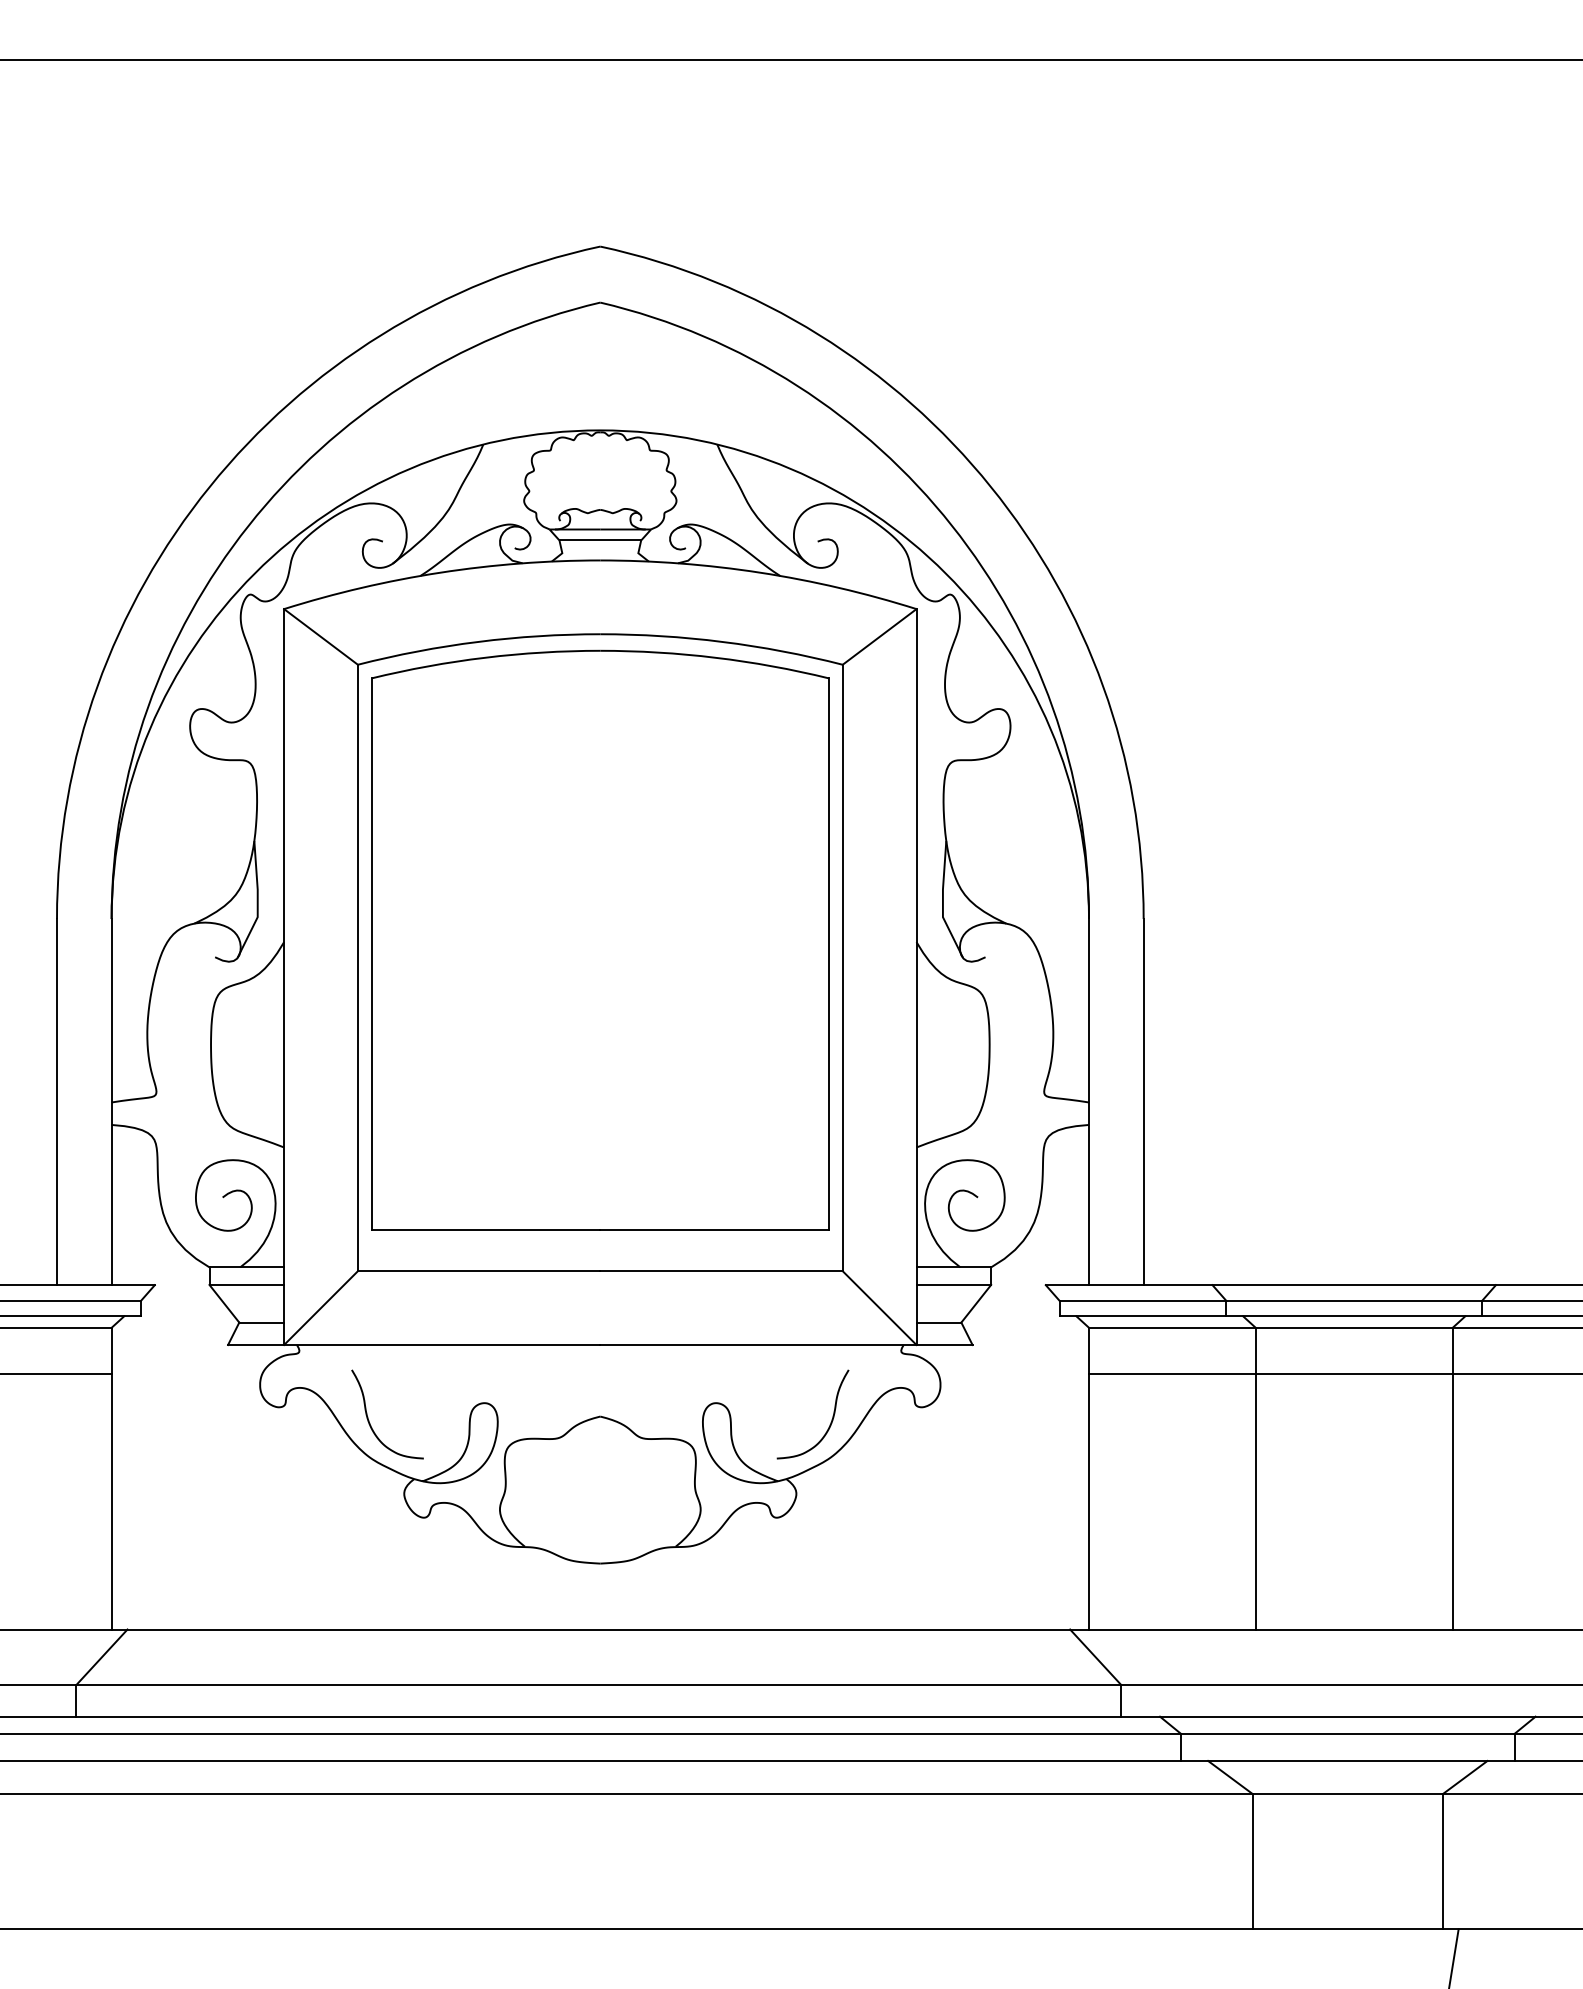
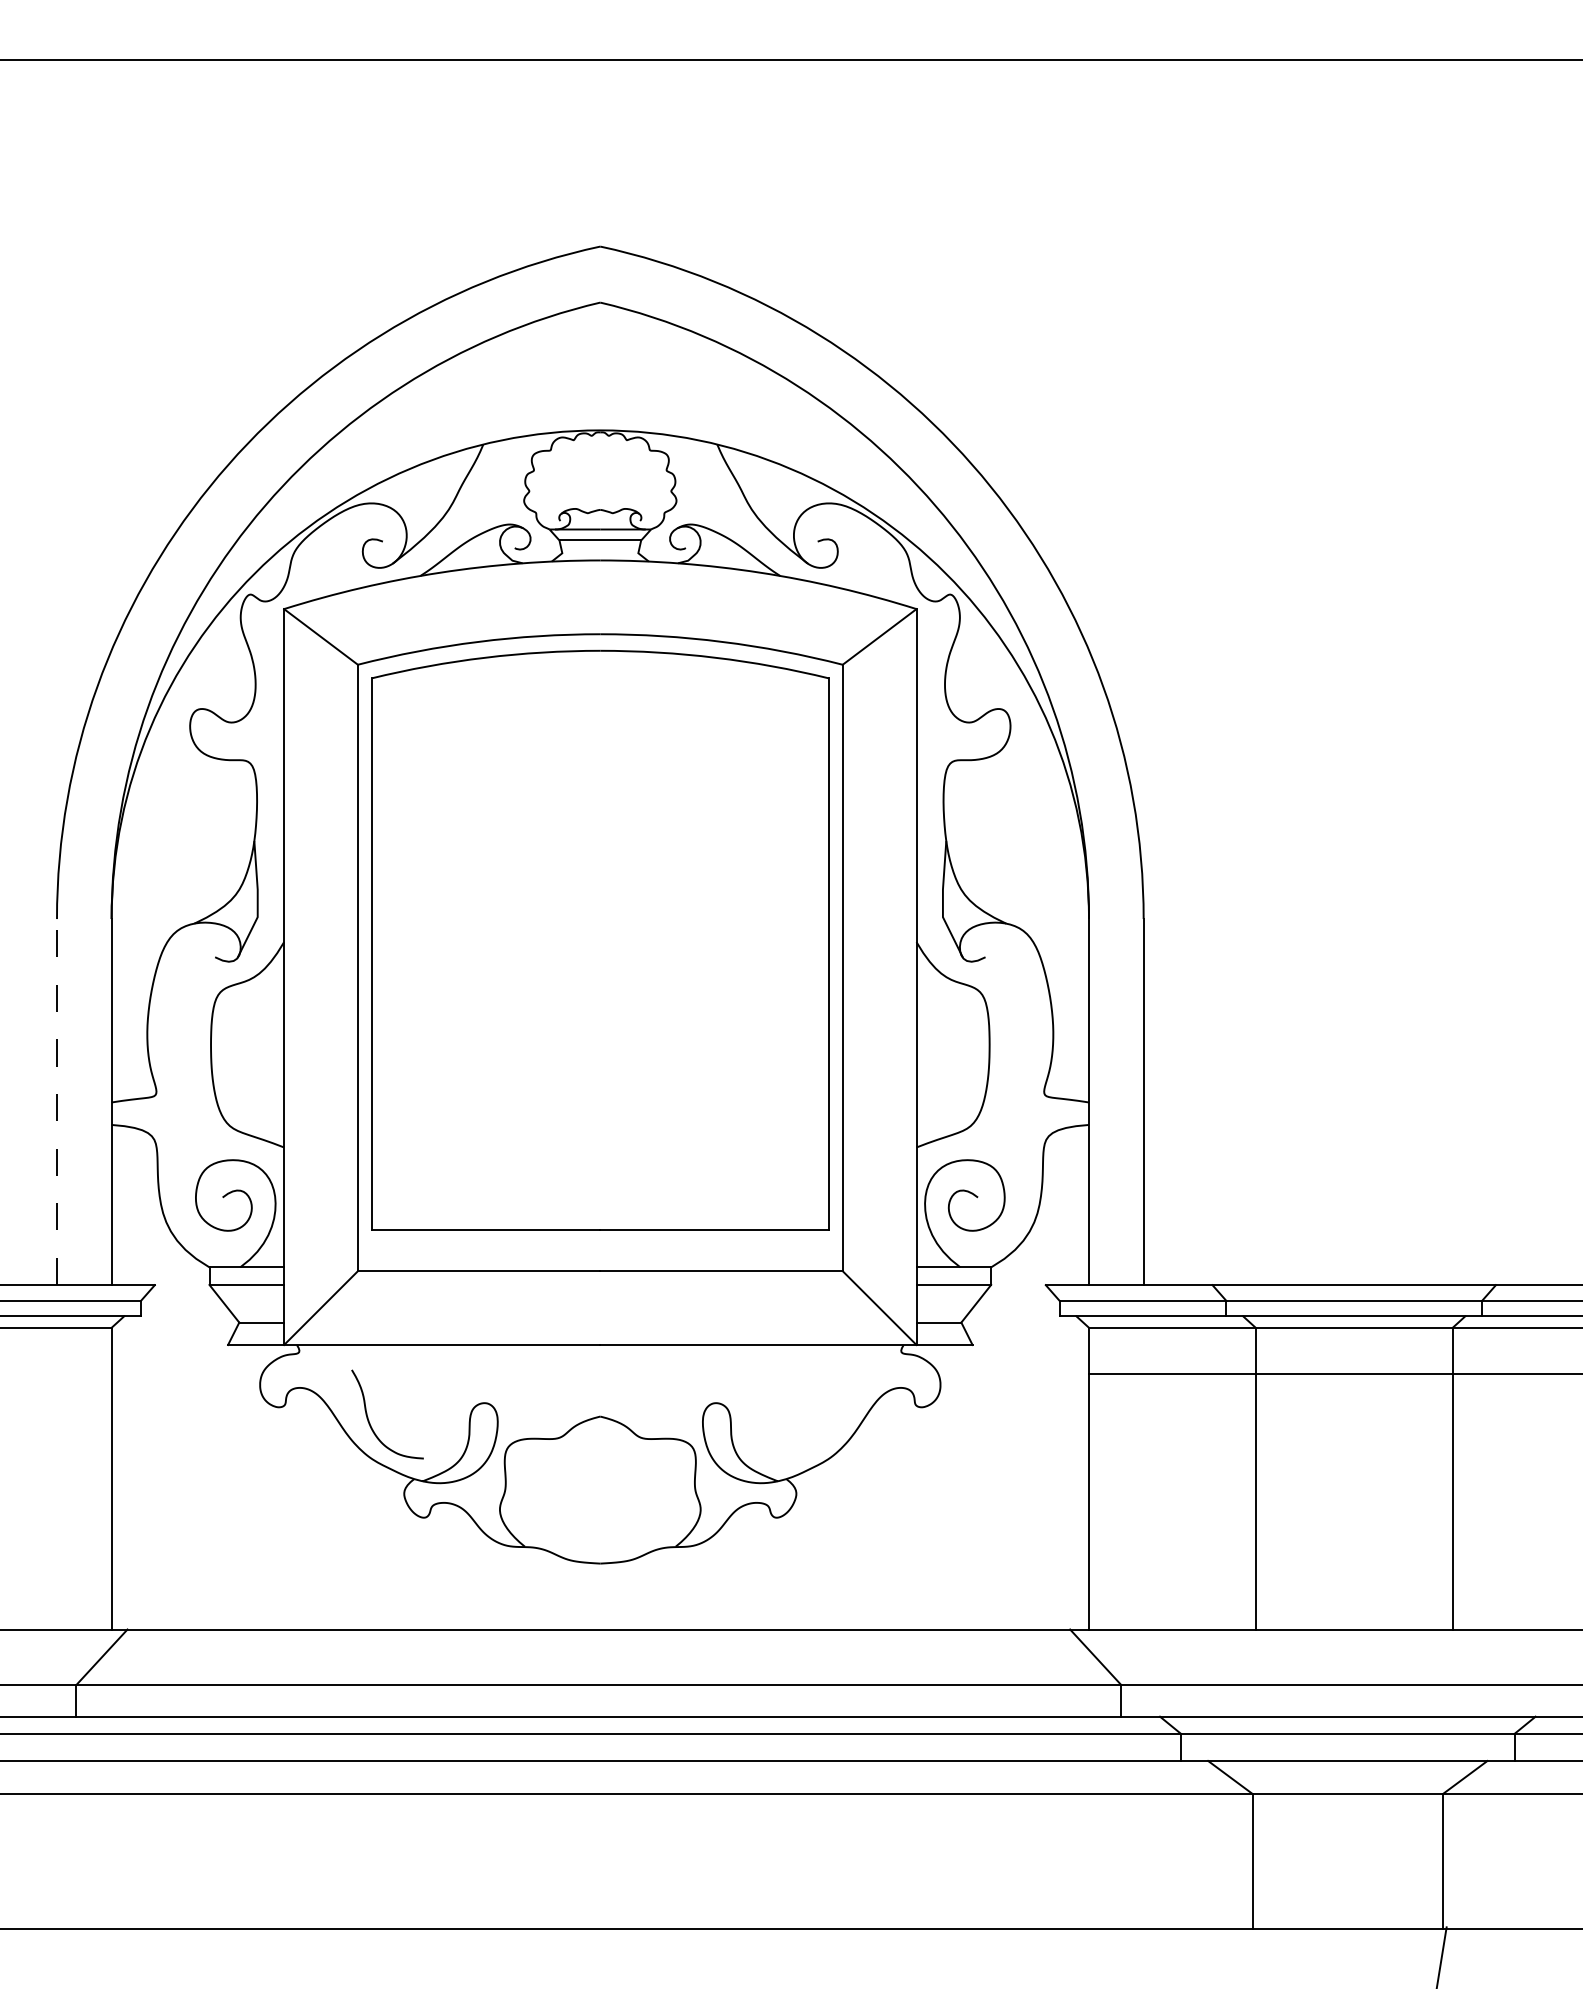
line at (57, 1101): solid -> dashed
line at (56, 1373): present -> none
curve at (831, 1419): present -> none
line at (1453, 1957) position: (1453, 1957) -> (1441, 1956)
